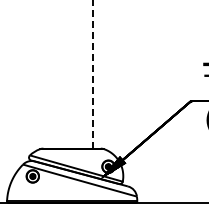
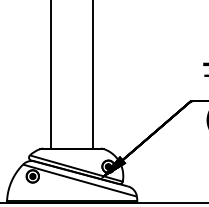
line at (93, 74): dashed -> solid
line at (51, 75): none -> present
